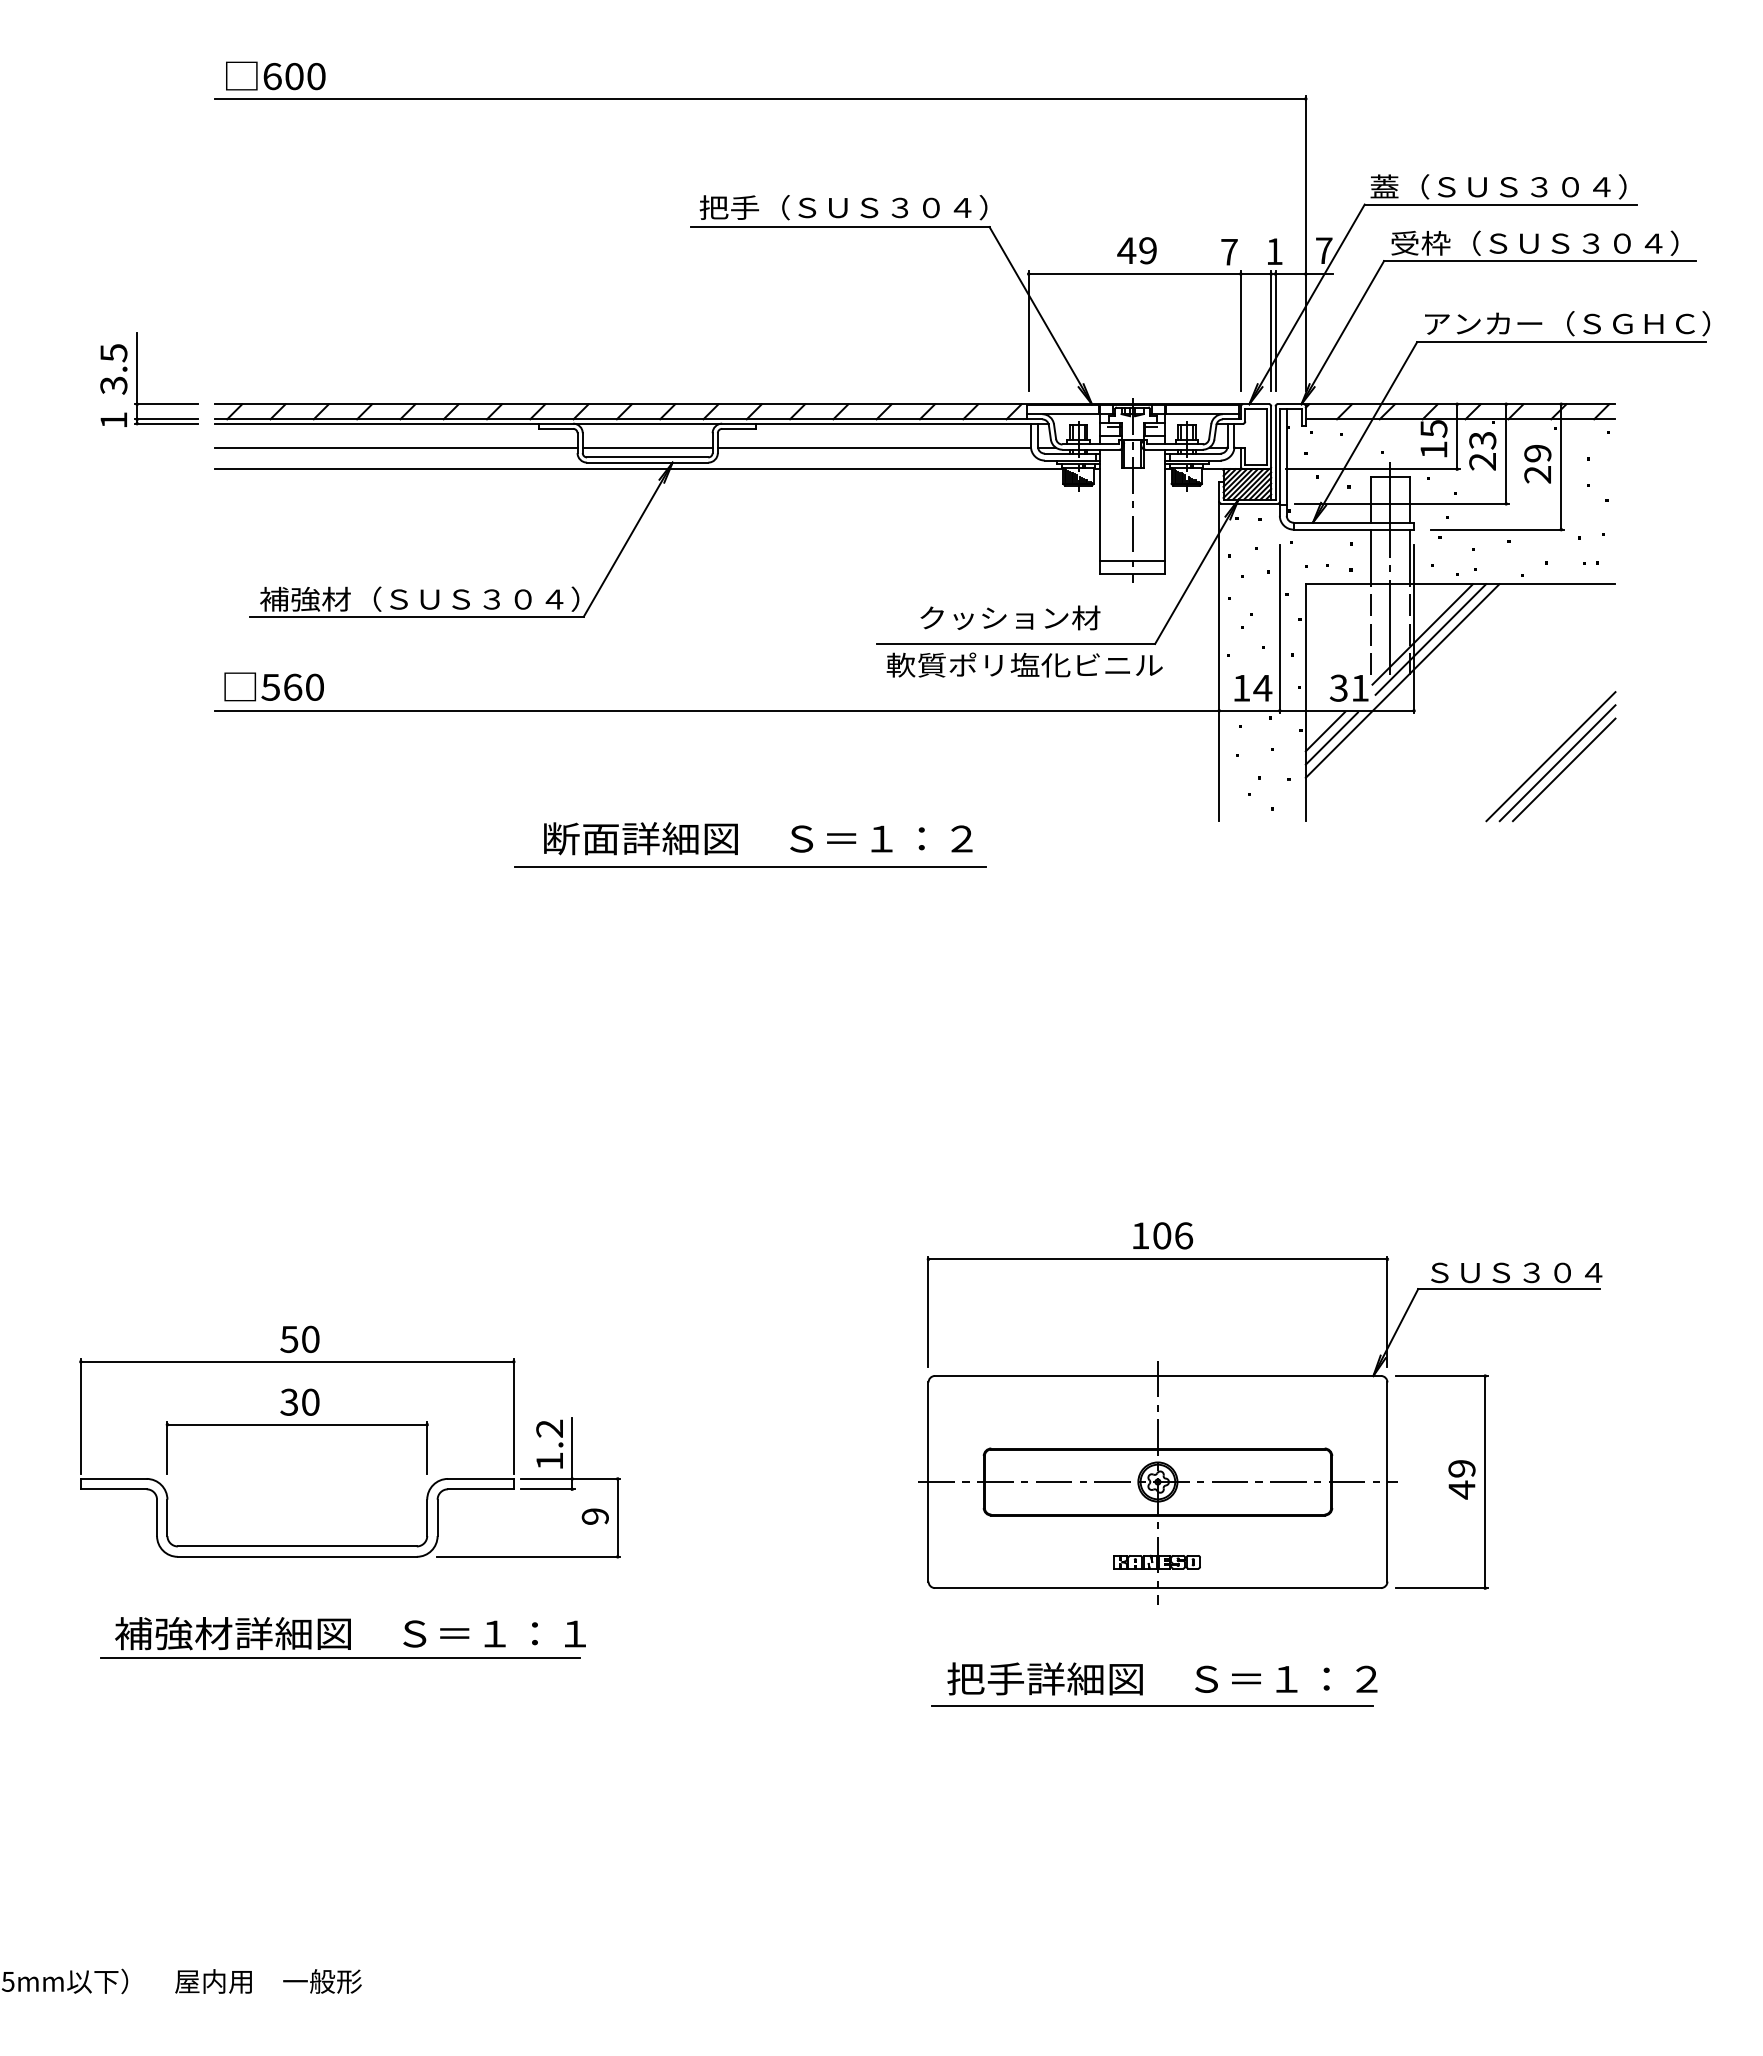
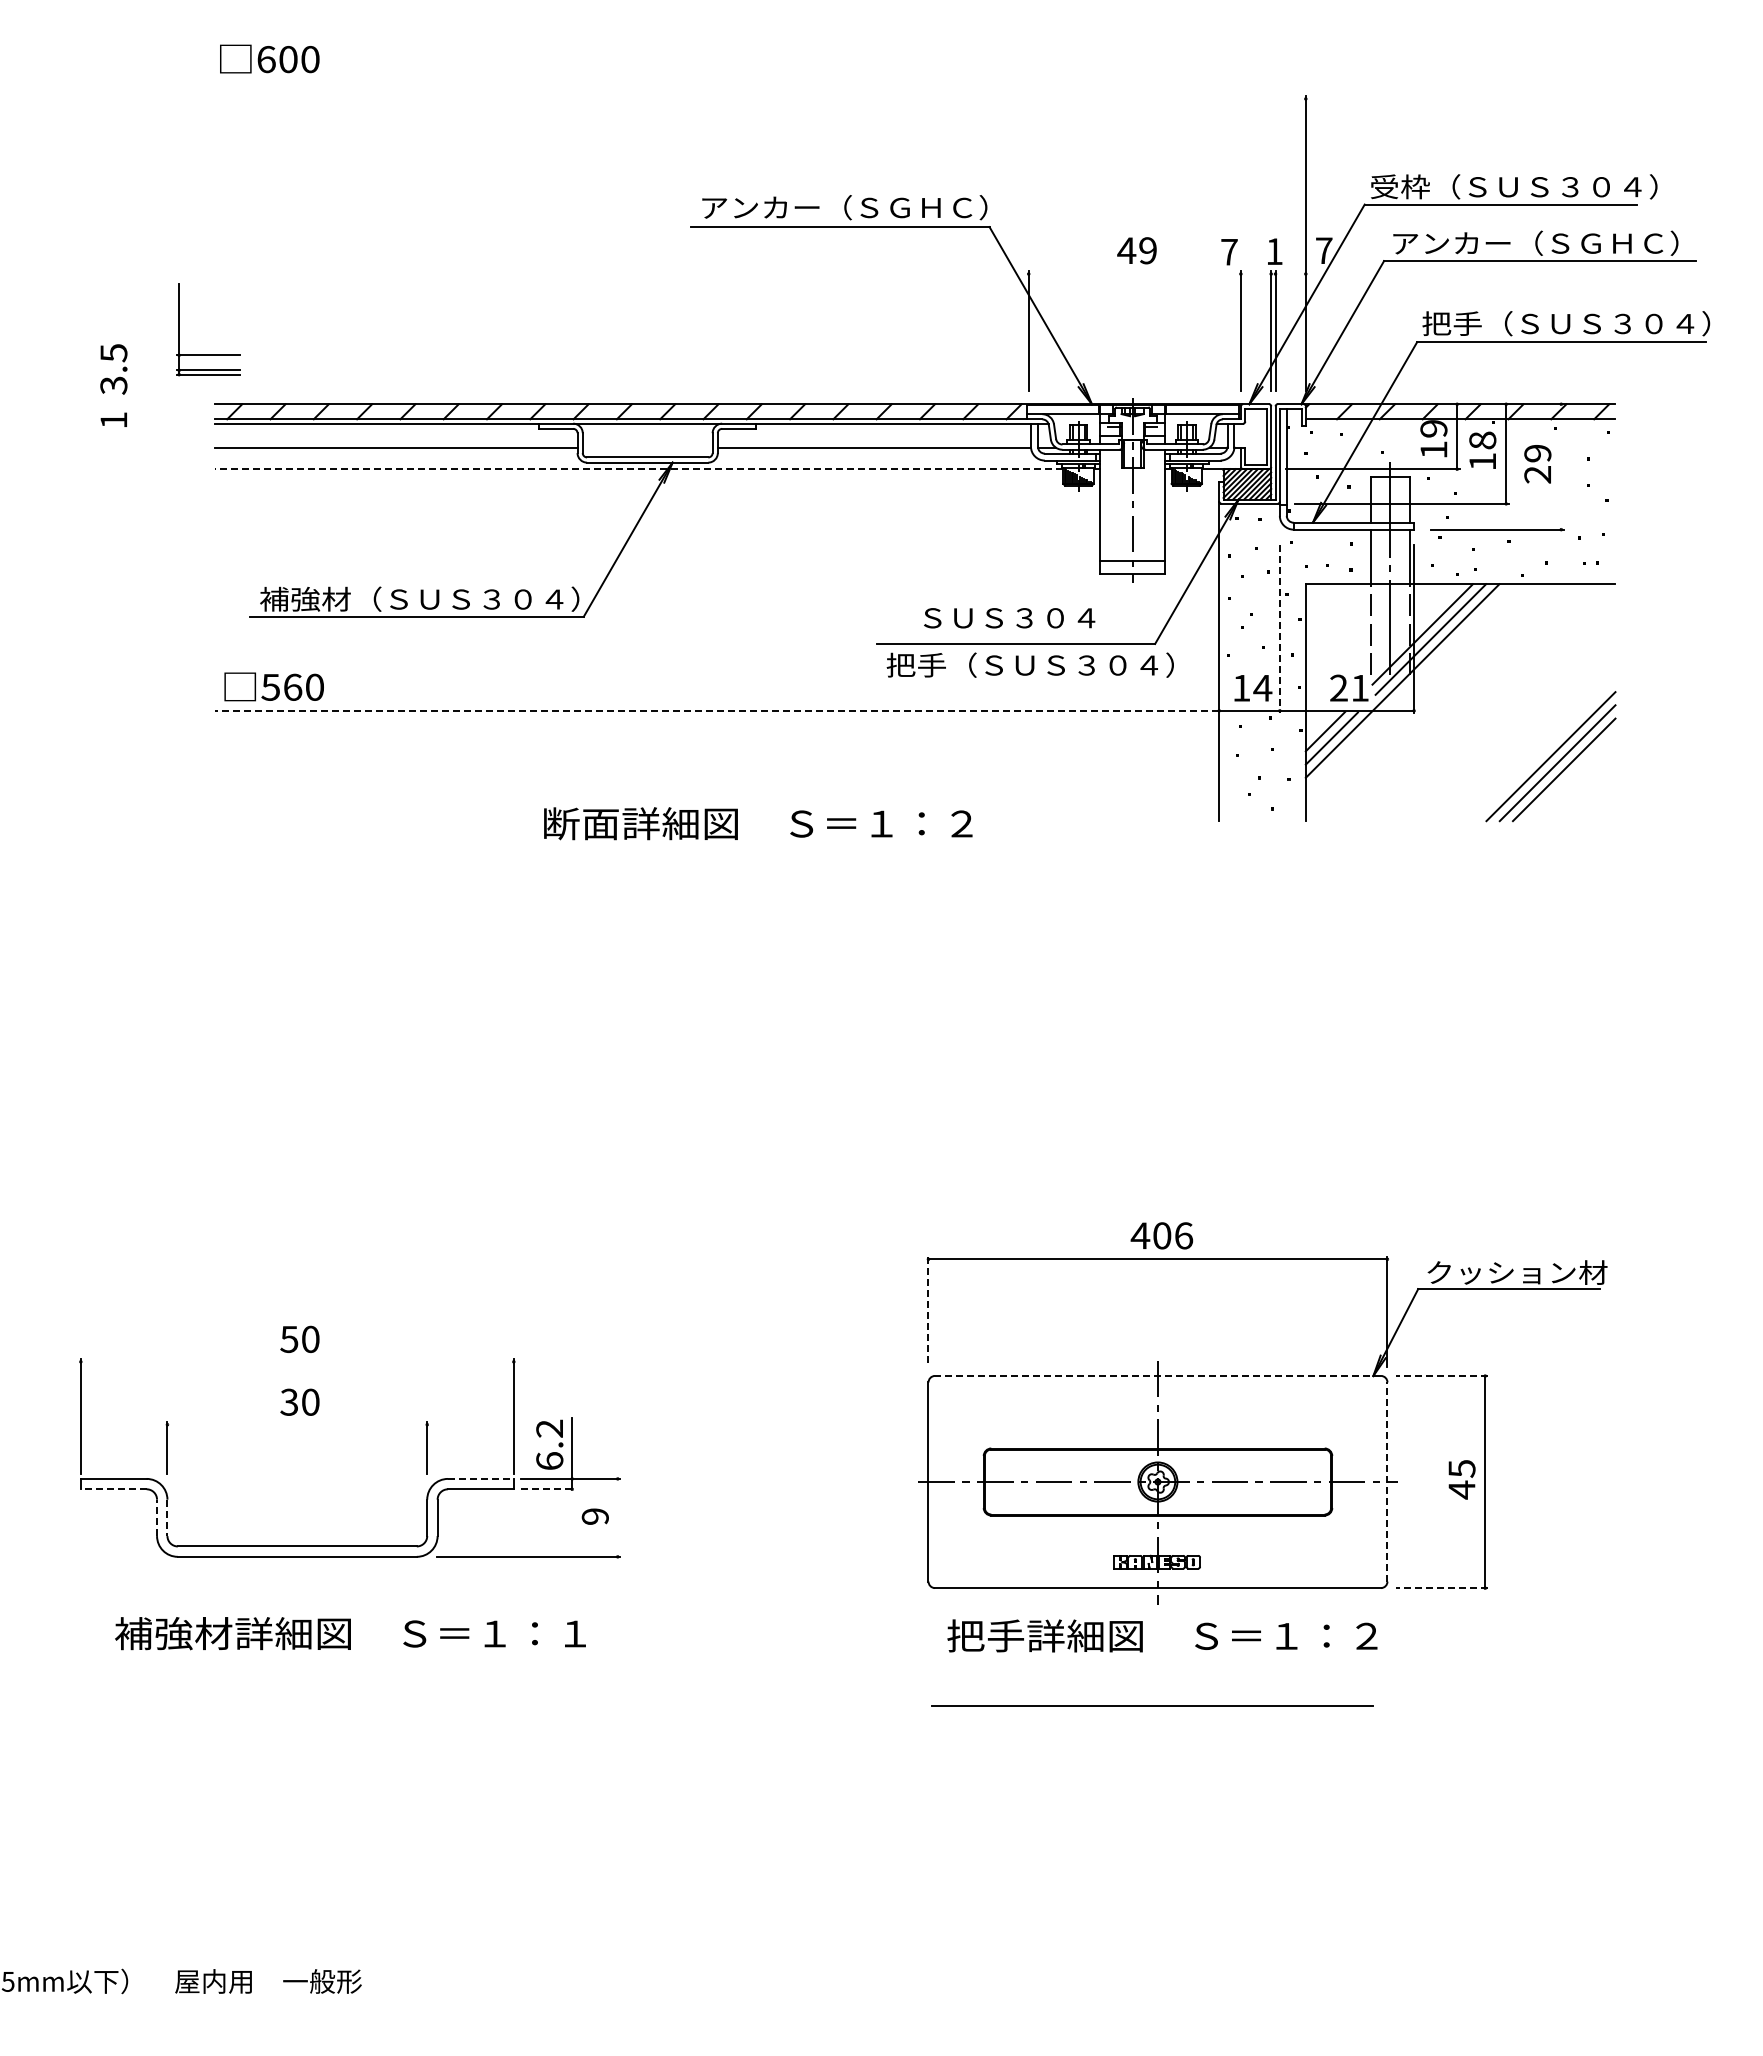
text at (275, 75) position: (275, 75) -> (269, 58)
line at (760, 98): present -> none
text at (1513, 186): 蓋（ＳＵＳ３０４） -> 受枠（ＳＵＳ３０４）
text at (835, 207): 把手（ＳＵＳ３０４） -> アンカー（ＳＧＨＣ）
text at (1527, 242): 受枠（ＳＵＳ３０４） -> アンカー（ＳＧＨＣ）
line at (1180, 274): present -> none
text at (1558, 323): アンカー（ＳＧＨＣ） -> 把手（ＳＵＳ３０４）
part at (166, 403) position: (166, 403) -> (208, 354)
text at (1433, 428): 15 -> 19
line at (647, 447): present -> none
text at (1482, 450): 23 -> 18
line at (1561, 466): present -> none
line at (638, 469): solid -> dashed
text at (1010, 617): クッション材 -> ＳＵＳ３０４
line at (1279, 629): solid -> dashed
text at (1029, 664): 軟質ポリ塩化ビニル -> 把手（ＳＵＳ３０４）
text at (1338, 688): 31 -> 21
line at (717, 710): solid -> dashed
text at (758, 838) position: (758, 838) -> (758, 823)
line at (750, 866): present -> none
text at (1140, 1235): 106 -> 406
text at (1517, 1272): ＳＵＳ３０４ -> クッション材
line at (928, 1312): solid -> dashed
line at (296, 1361): present -> none
line at (1158, 1376): solid -> dashed
line at (1442, 1376): solid -> dashed
line at (297, 1424): present -> none
text at (549, 1460): 1.2 -> 6.2
text at (1461, 1468): 49 -> 45
line at (480, 1478): solid -> dashed
line at (1387, 1482): solid -> dashed
line at (113, 1489): solid -> dashed
line at (548, 1489): solid -> dashed
line at (157, 1517): solid -> dashed
line at (617, 1517): present -> none
line at (167, 1518): solid -> dashed
line at (1442, 1588): solid -> dashed
line at (340, 1657): present -> none
text at (1162, 1678) position: (1162, 1678) -> (1162, 1635)
